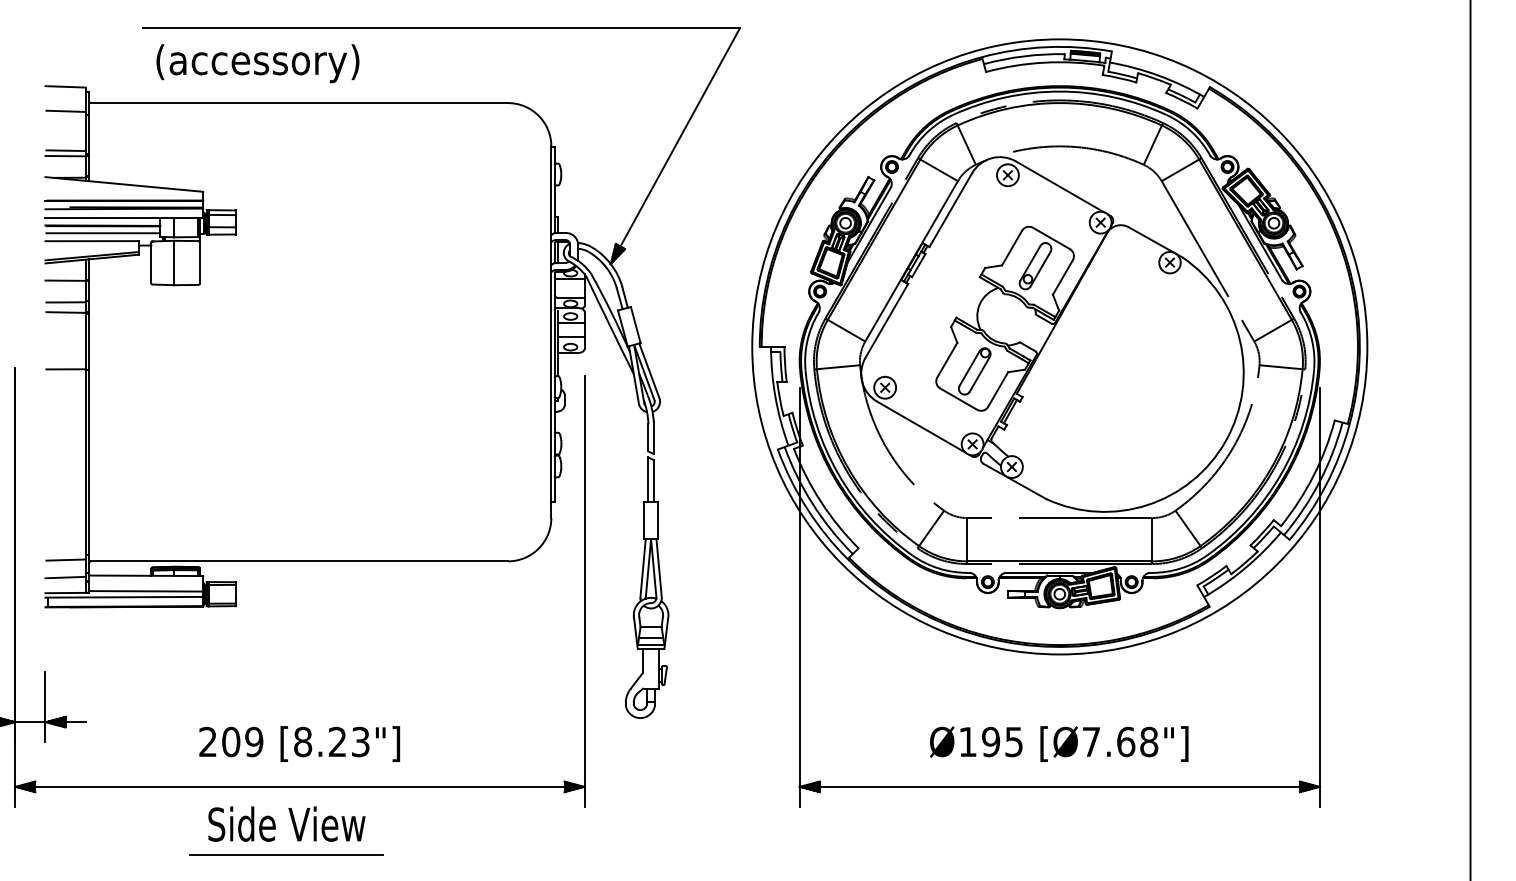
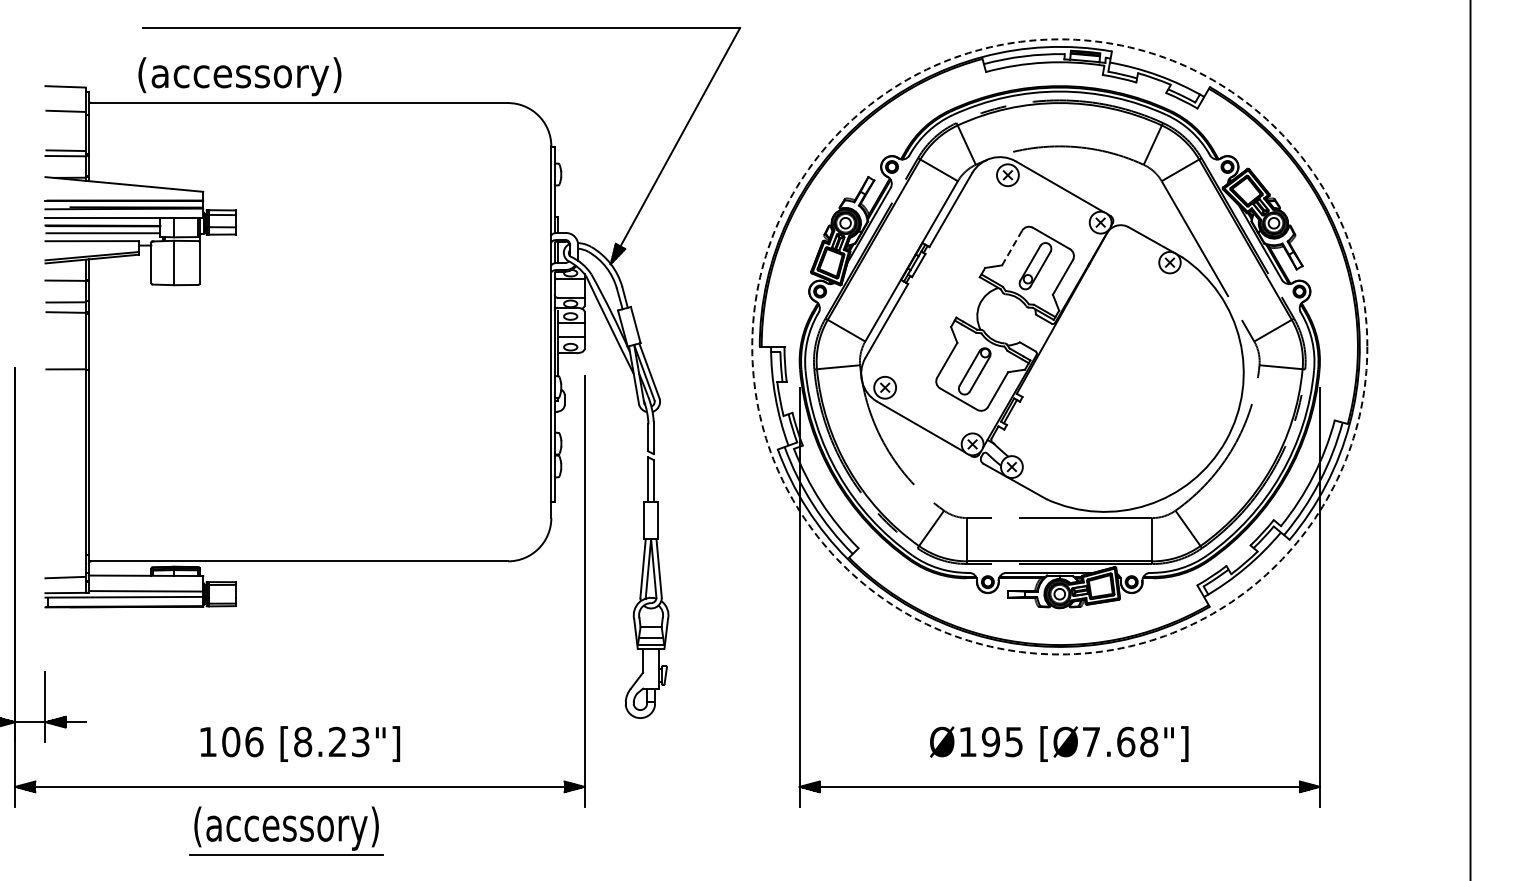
text at (257, 63) position: (257, 63) -> (239, 76)
line at (1012, 247): solid -> dashed
circle at (1059, 346): solid -> dashed
line at (65, 559): present -> none
text at (231, 741): 209 -> 106
text at (286, 828): Side View -> (accessory)
